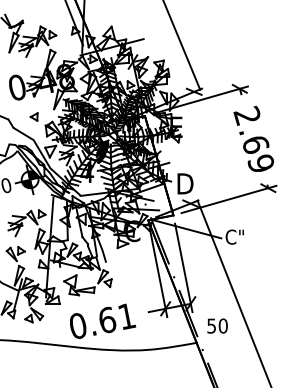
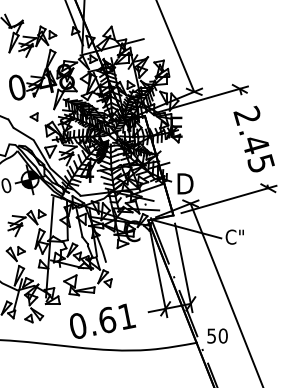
line at (181, 45) position: (181, 45) -> (175, 46)
text at (258, 154): 2.69 -> 2.45
line at (233, 292) position: (233, 292) -> (226, 293)
text at (217, 325) position: (217, 325) -> (217, 335)
